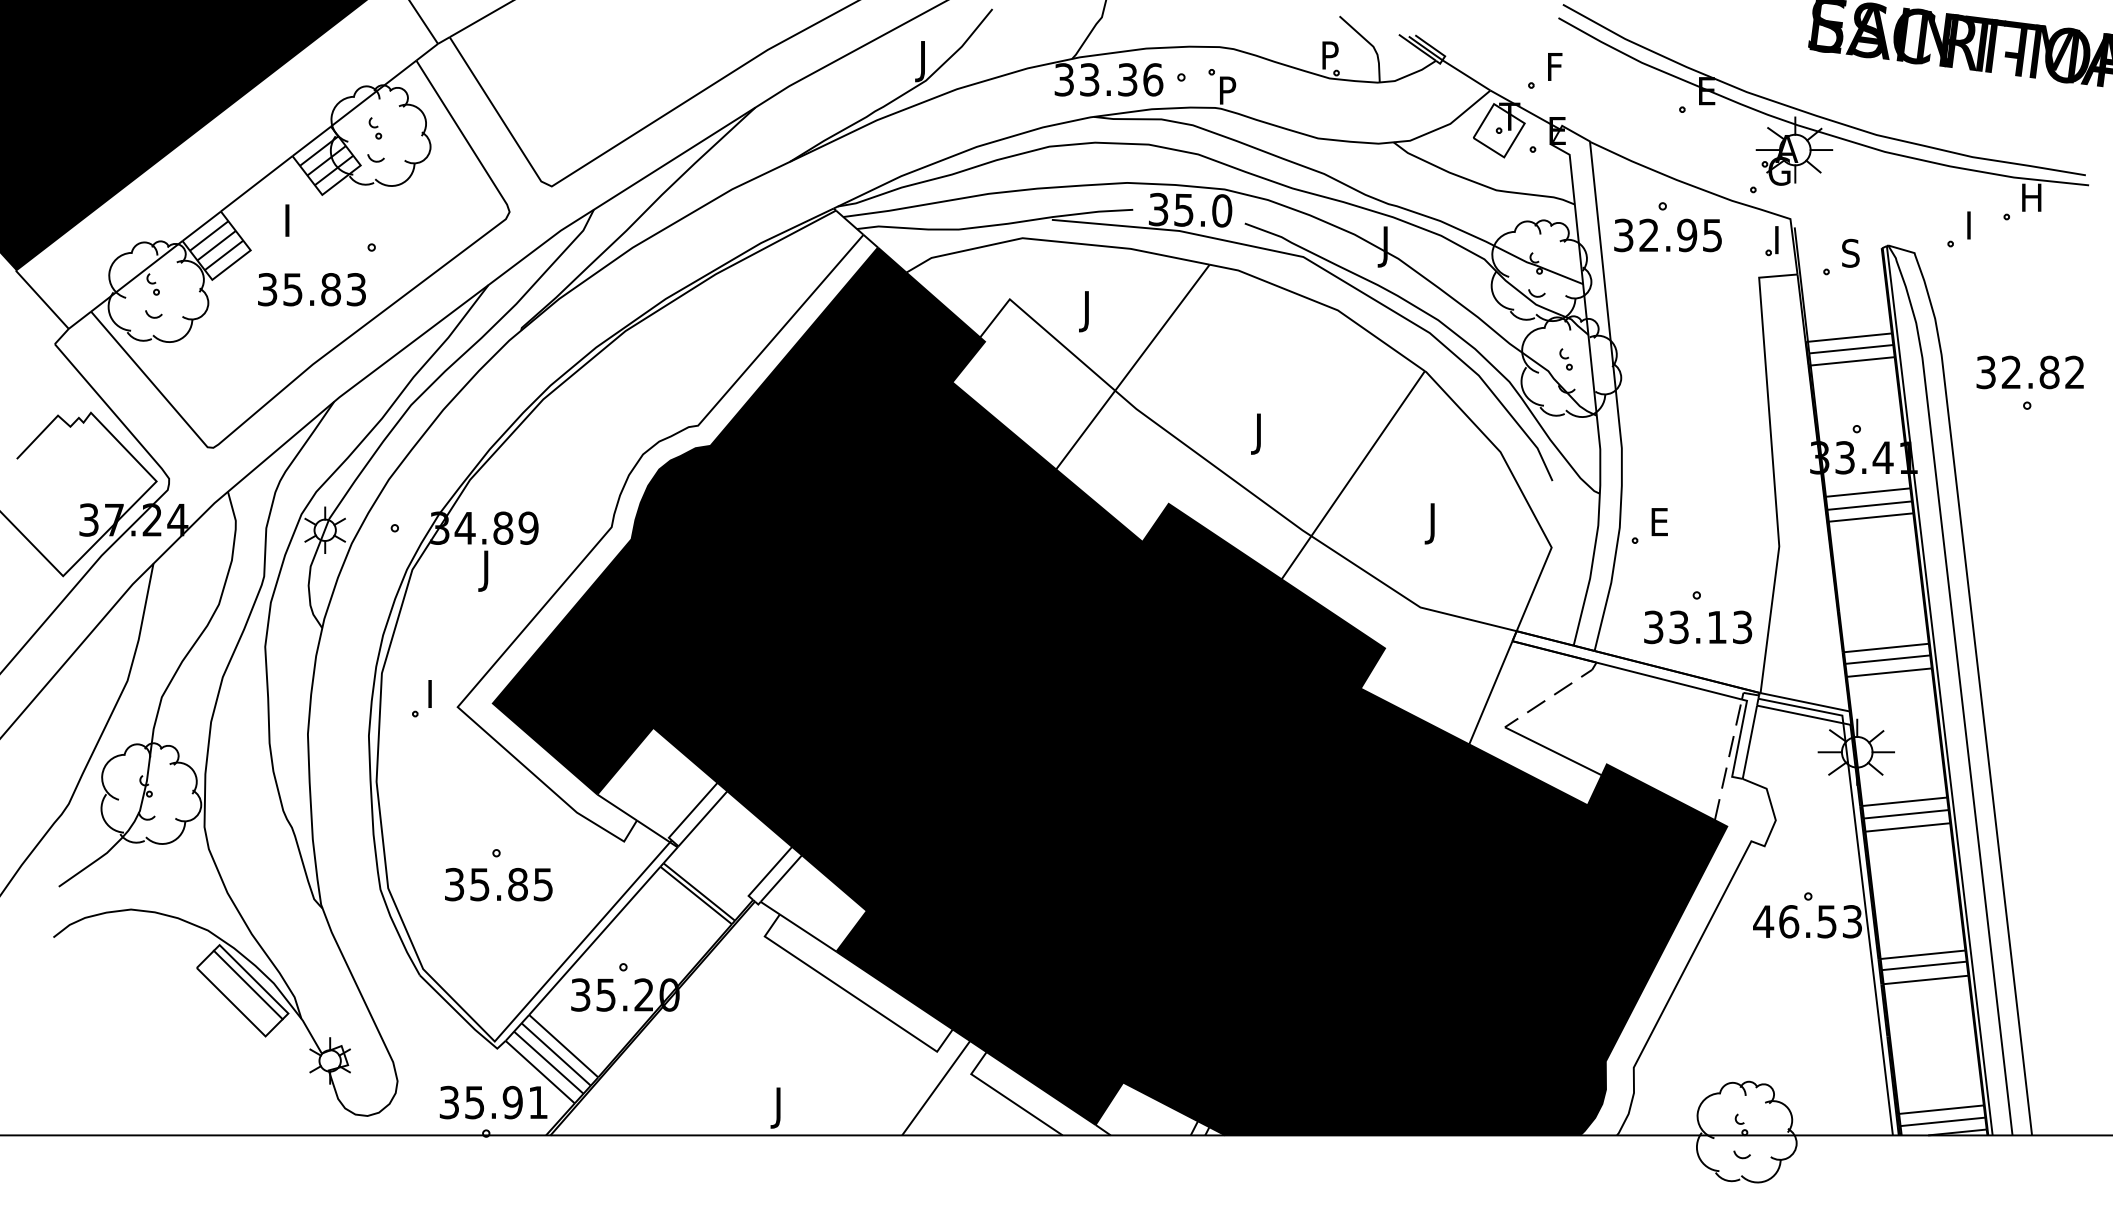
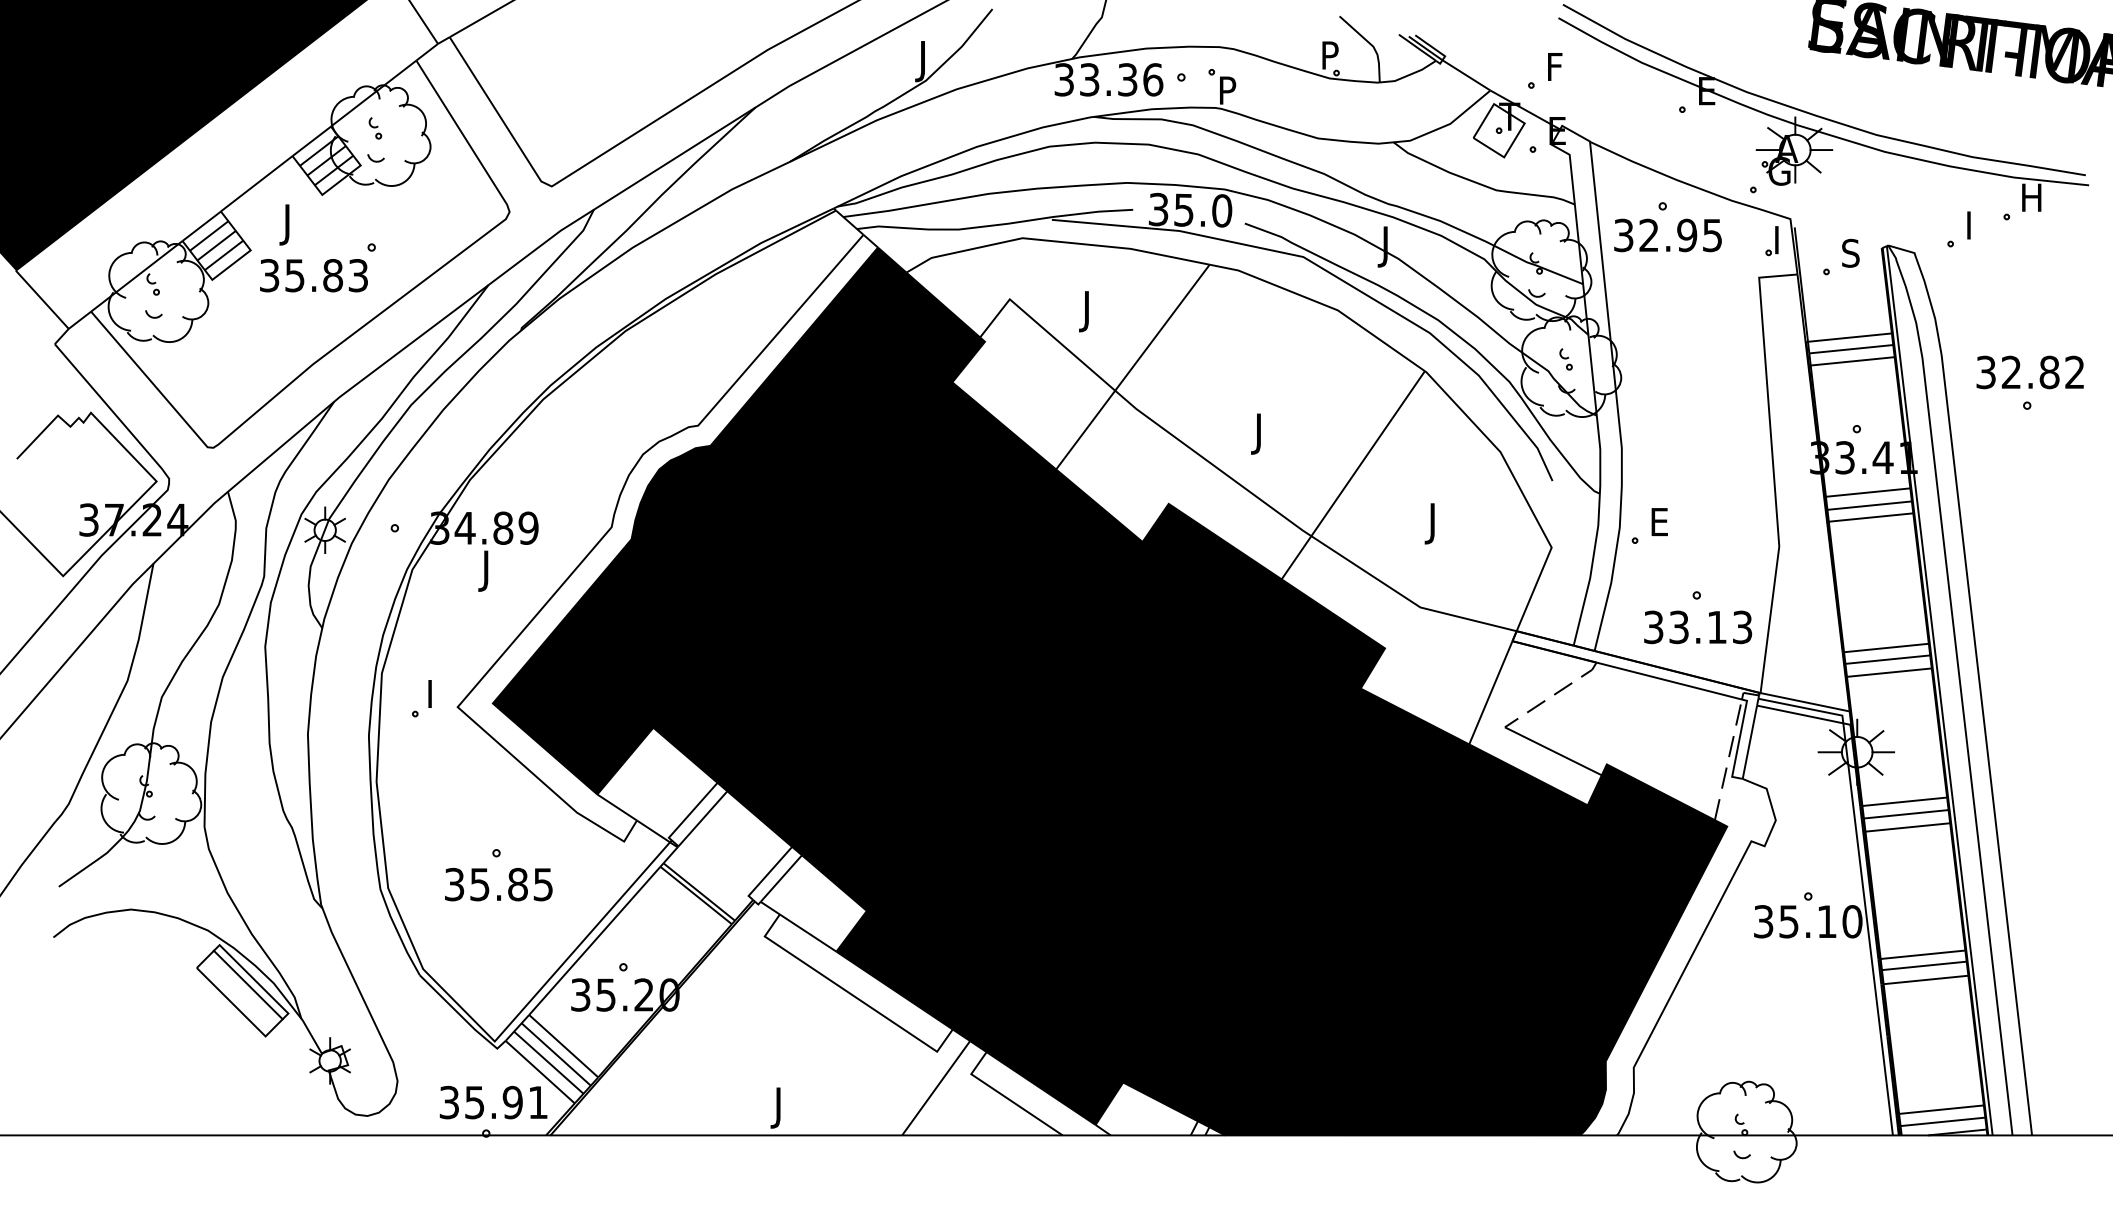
text at (284, 240): I -> J
text at (311, 289) position: (311, 289) -> (313, 275)
text at (1807, 921): 46.53 -> 35.10
